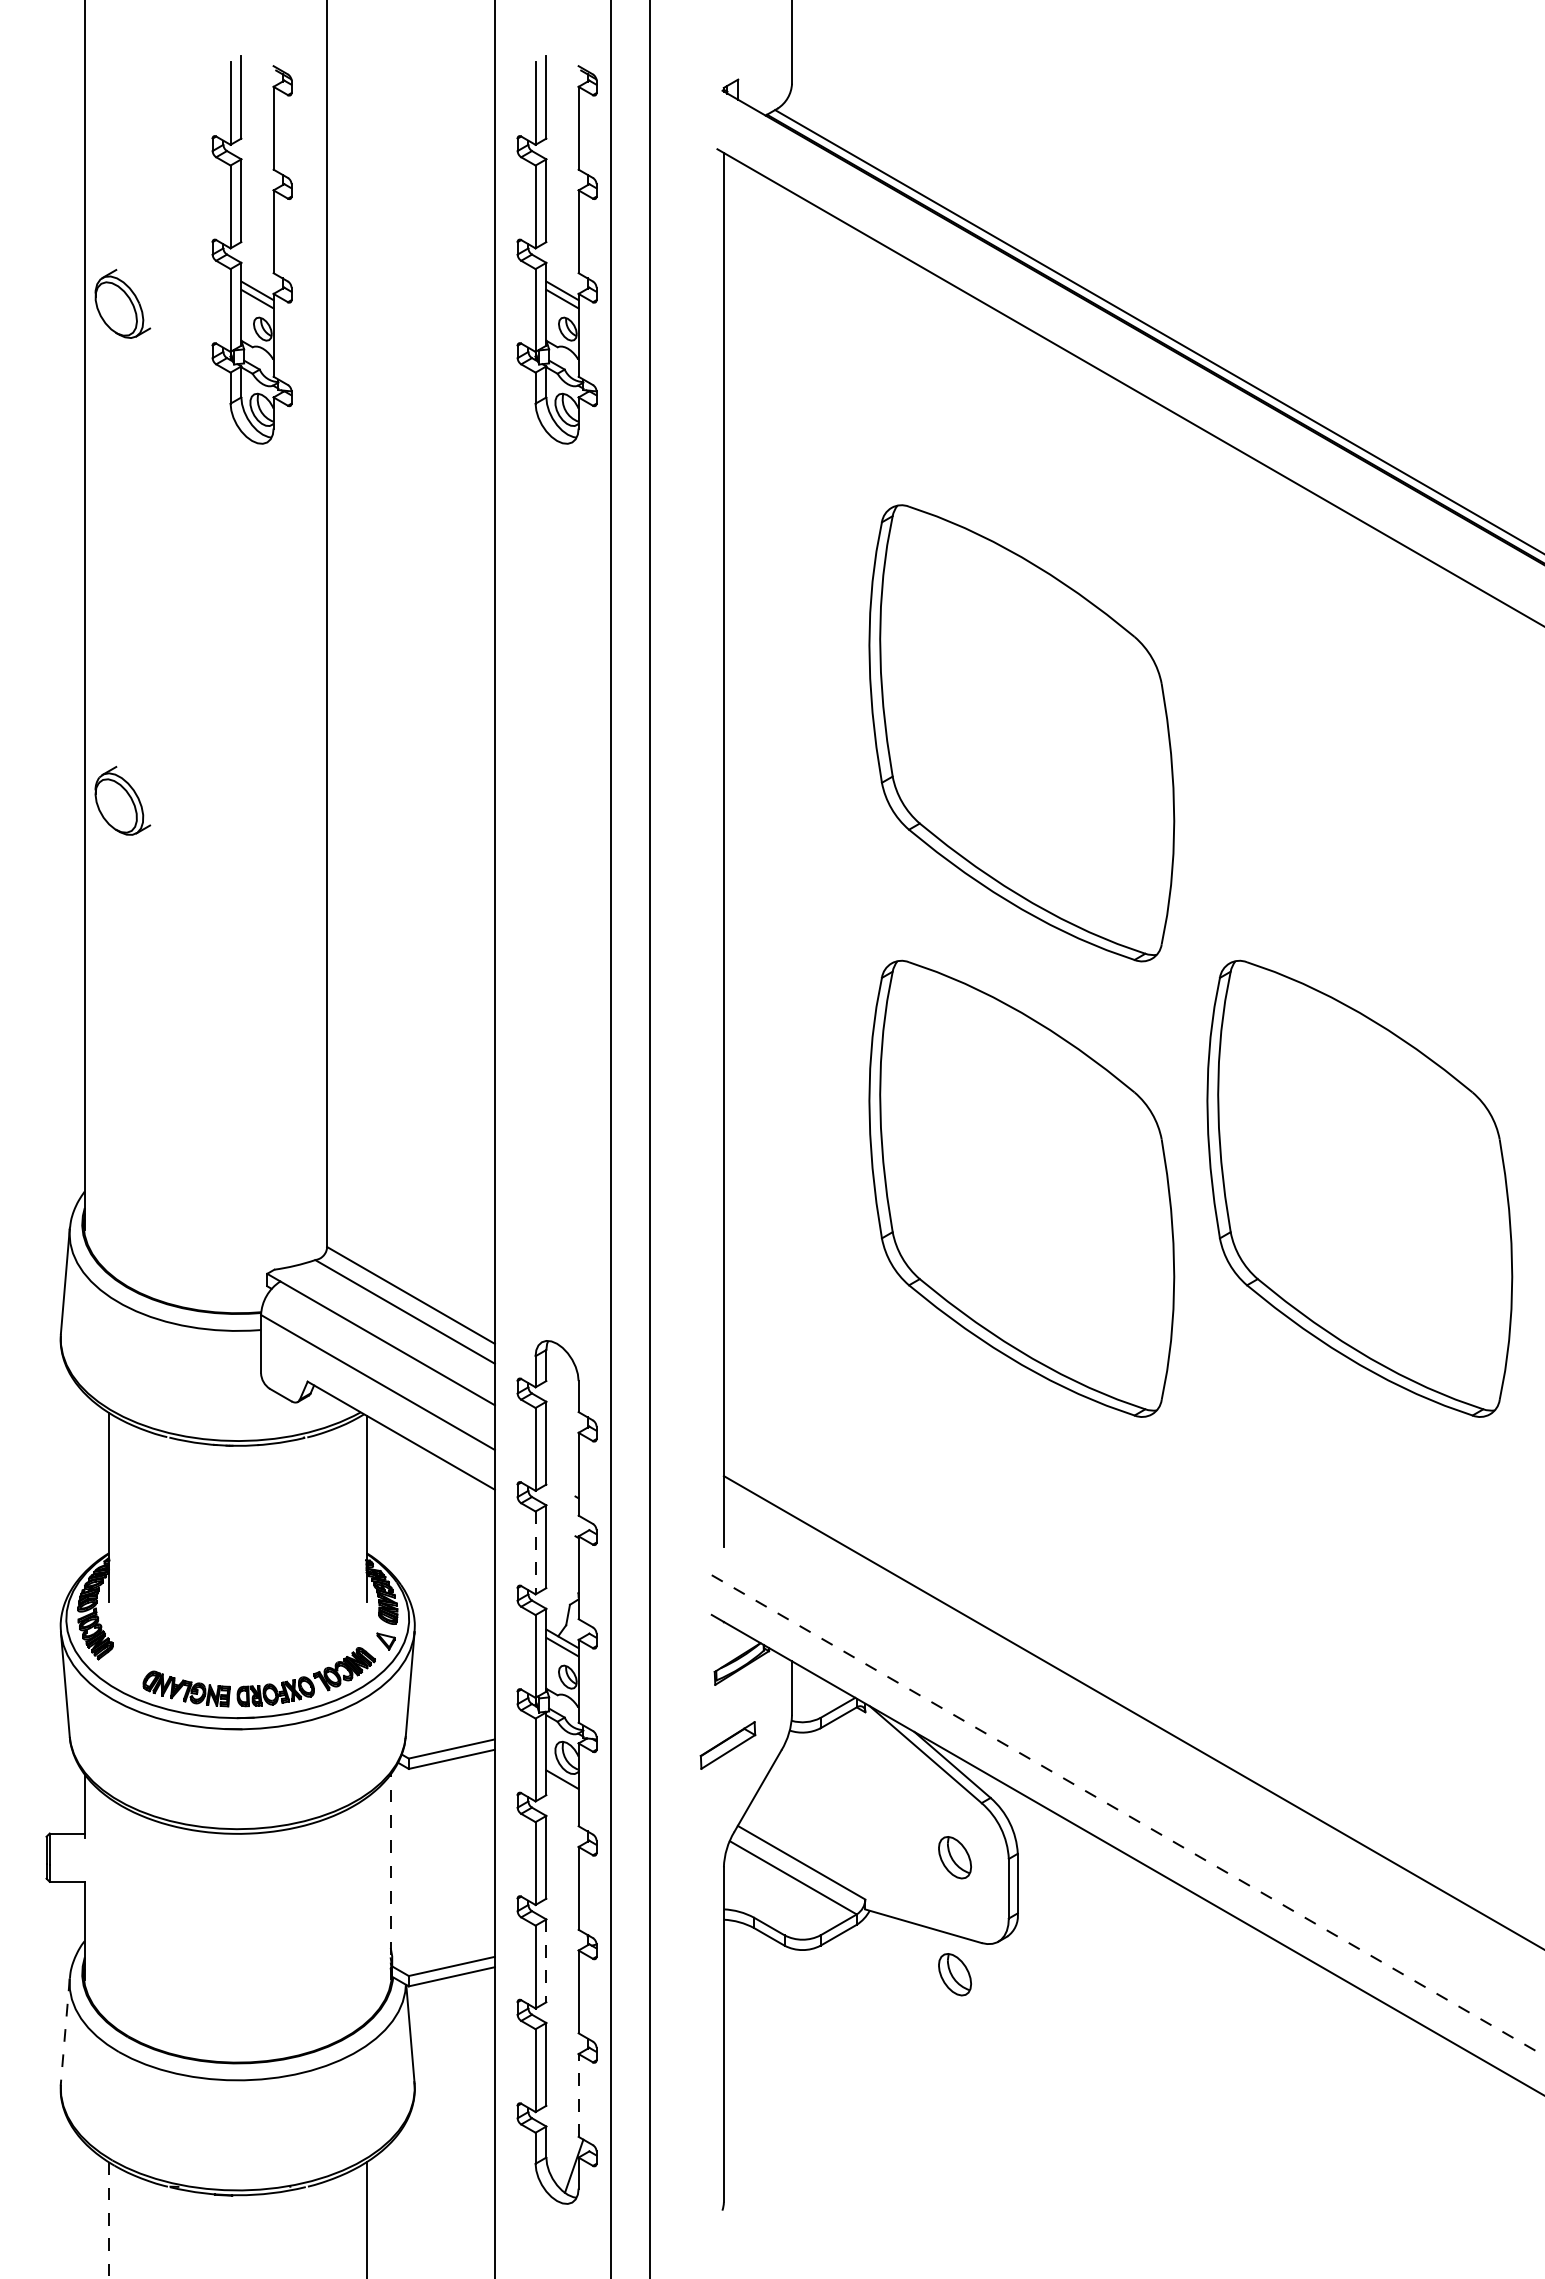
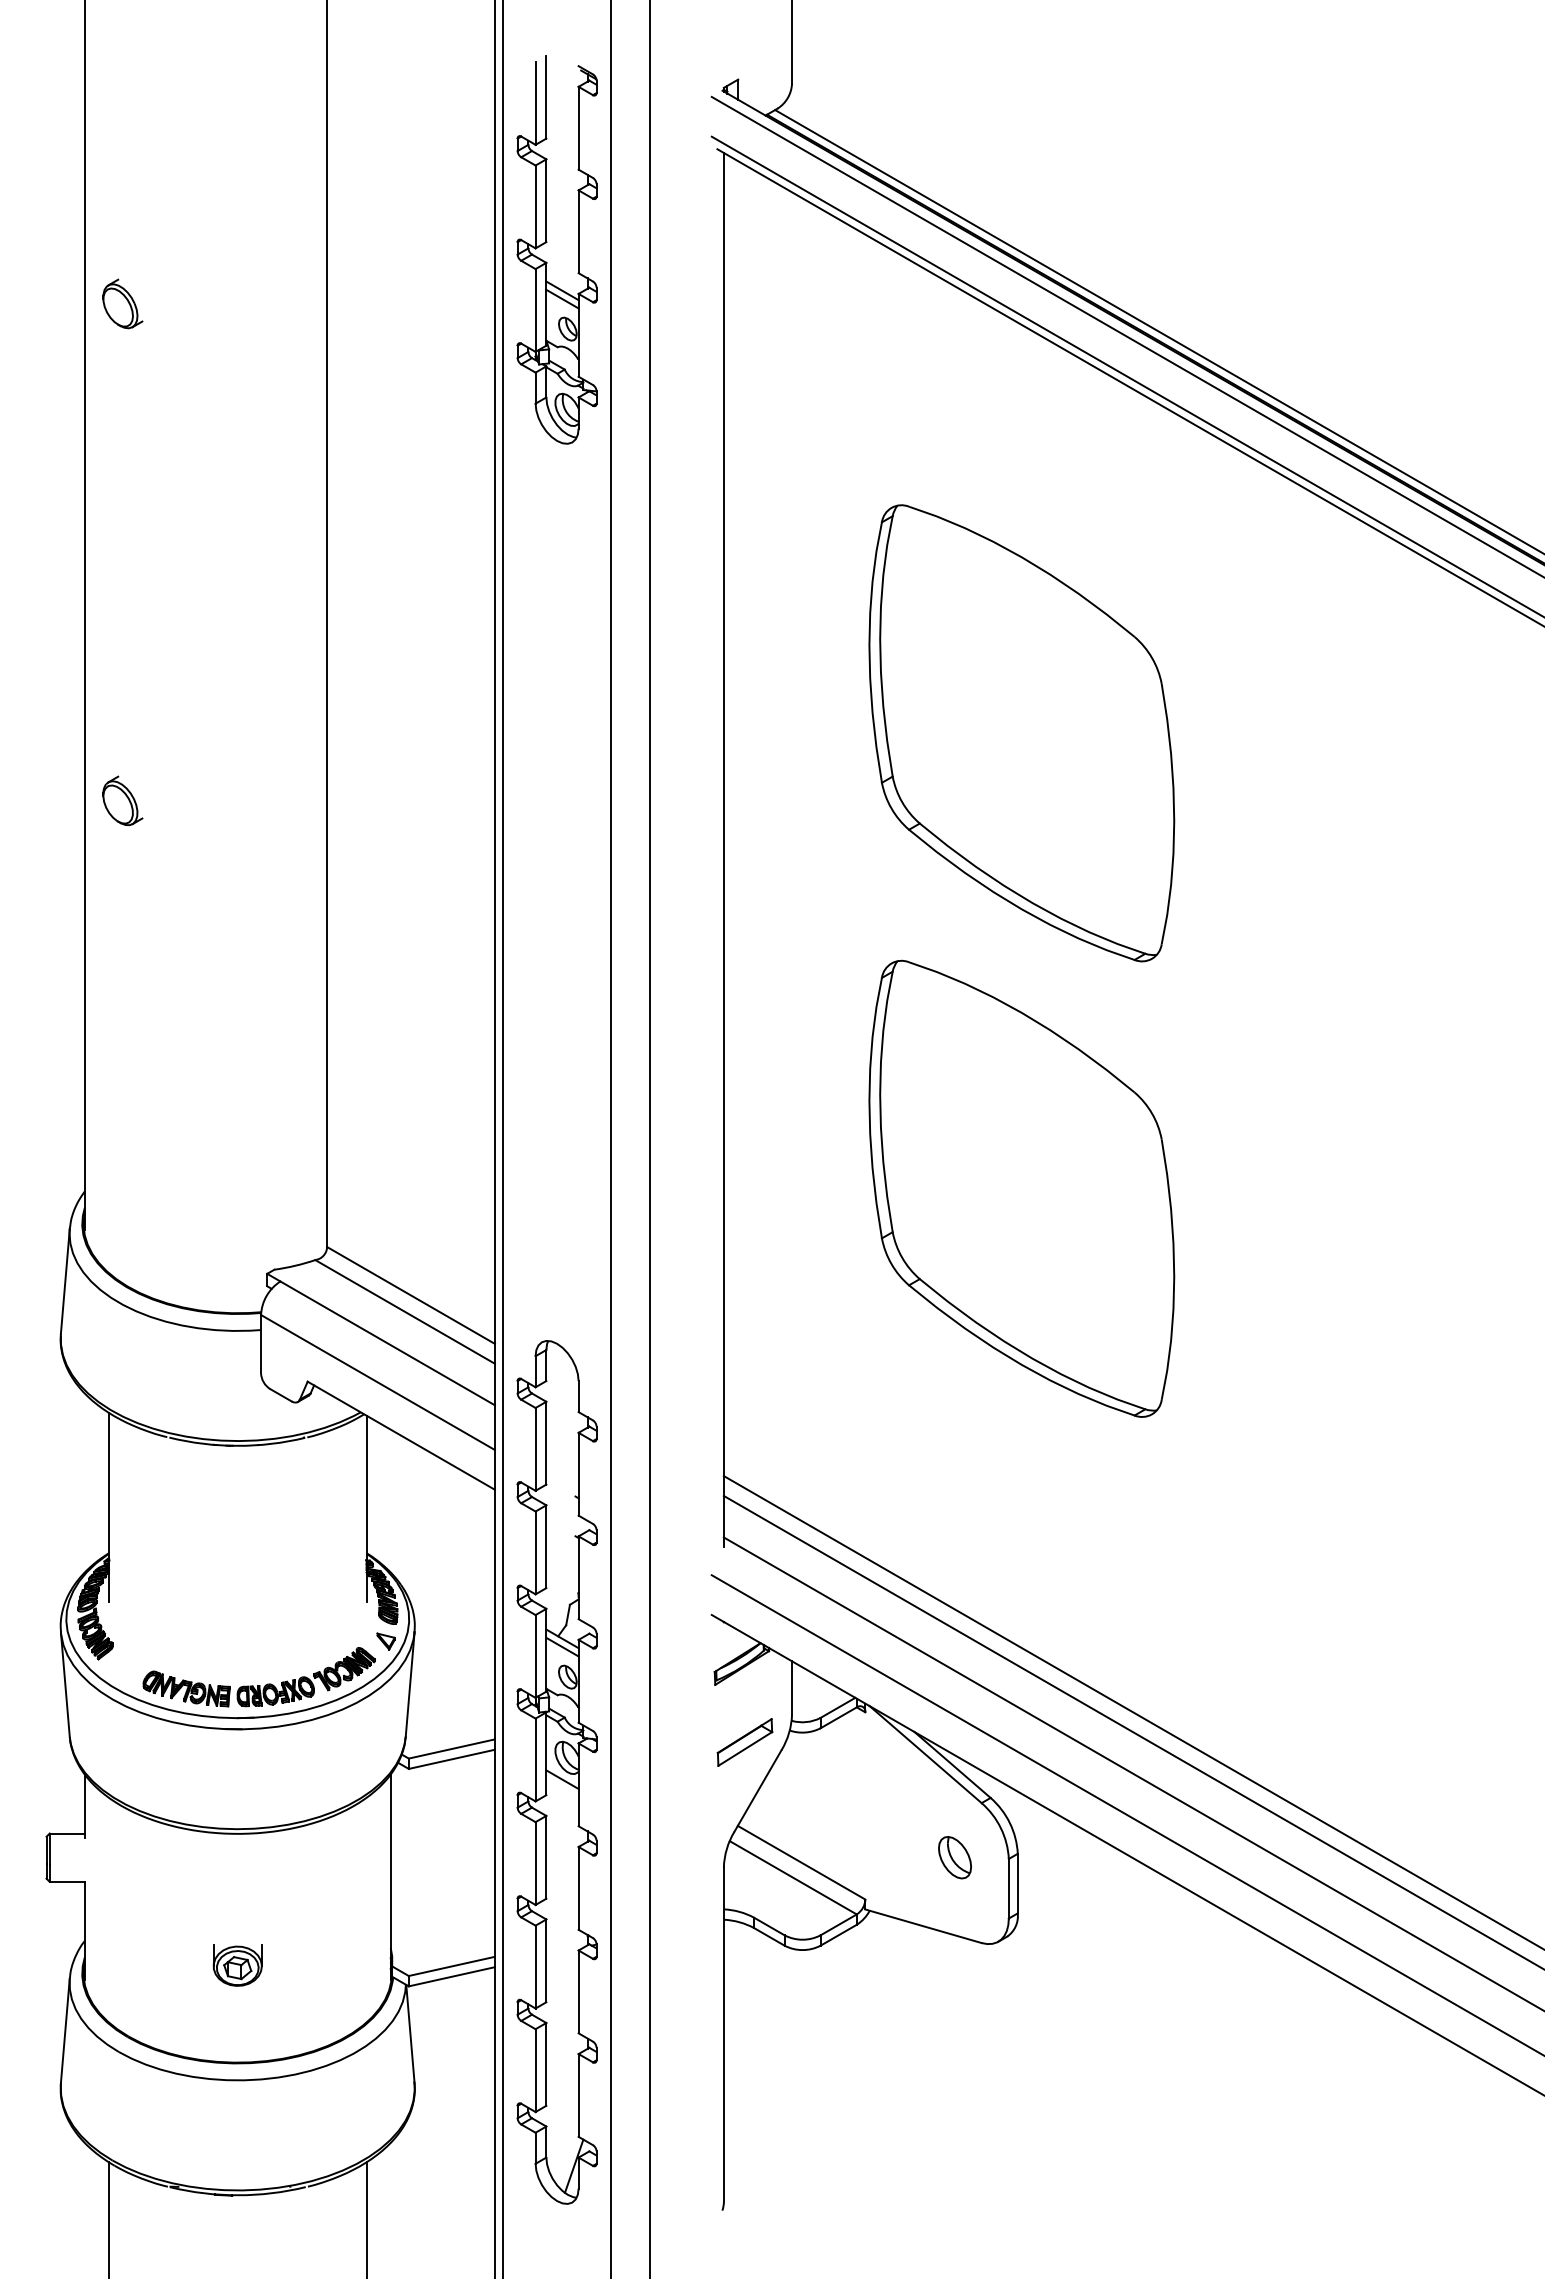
part at (242, 242): present -> none
part at (122, 303) size: 58x70 px -> 42x52 px
line at (1126, 336): none -> present
line at (1126, 375): none -> present
part at (122, 800) size: 58x71 px -> 42x52 px
line at (502, 1138): none -> present
part at (1359, 1188): present -> none
line at (535, 1553): dashed -> solid
line at (1132, 1731): none -> present
part at (727, 1745) position: (727, 1745) -> (744, 1742)
line at (1132, 1773): none -> present
line at (1128, 1815): dashed -> solid
line at (390, 1877): dashed -> solid
line at (546, 1961): dashed -> solid
part at (237, 1965): none -> present
part at (954, 1974): present -> none
line at (65, 2030): dashed -> solid
line at (578, 2094): dashed -> solid
line at (108, 2220): dashed -> solid
